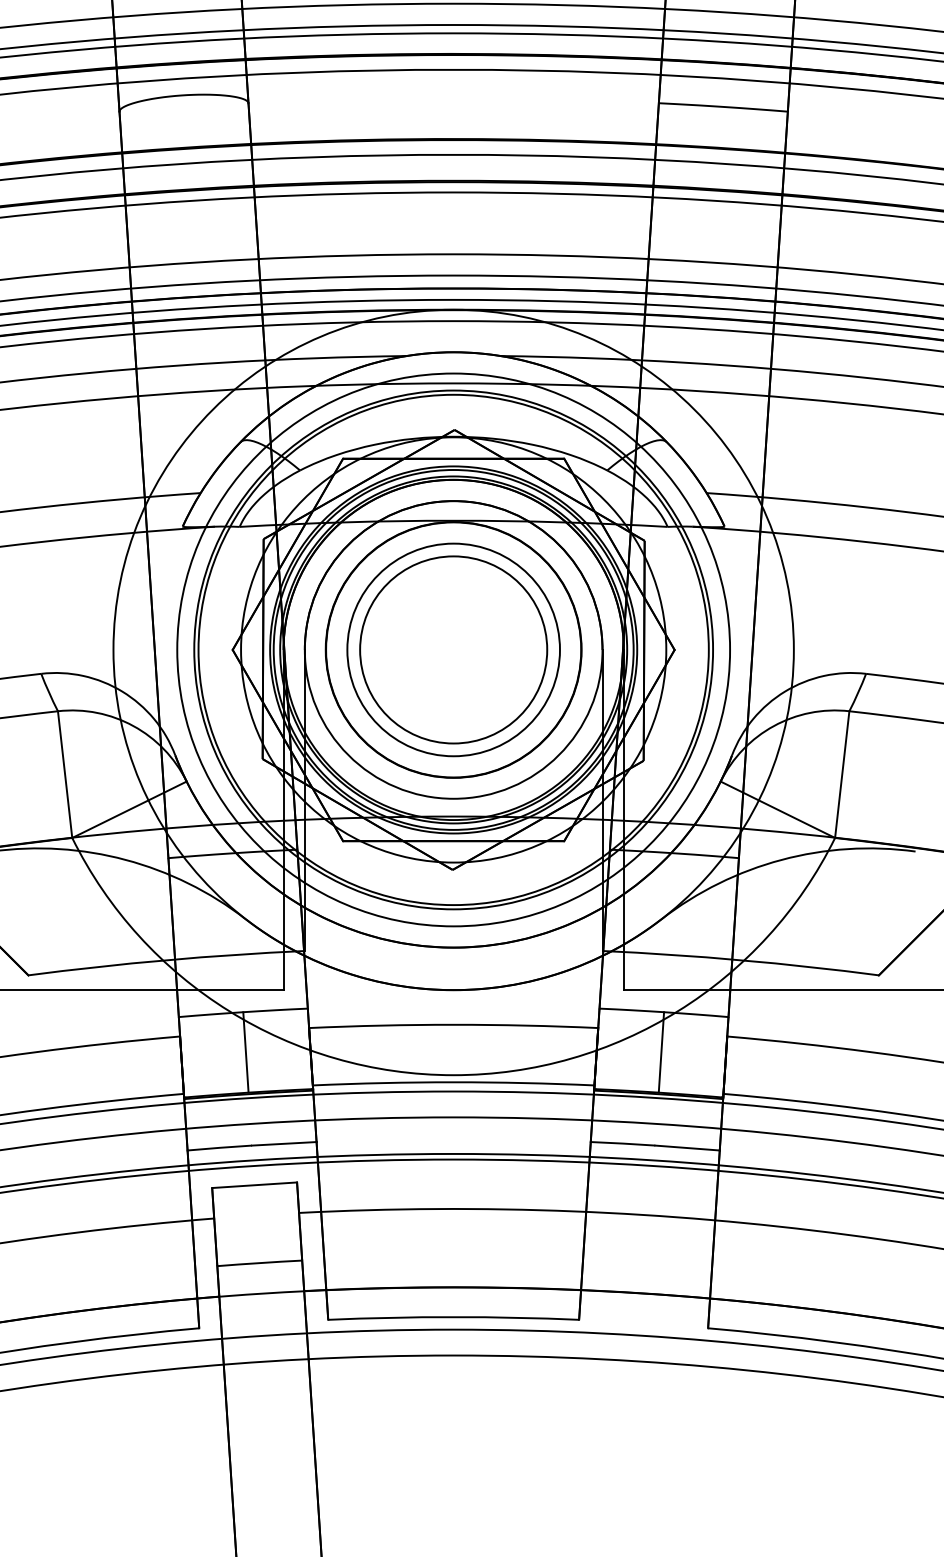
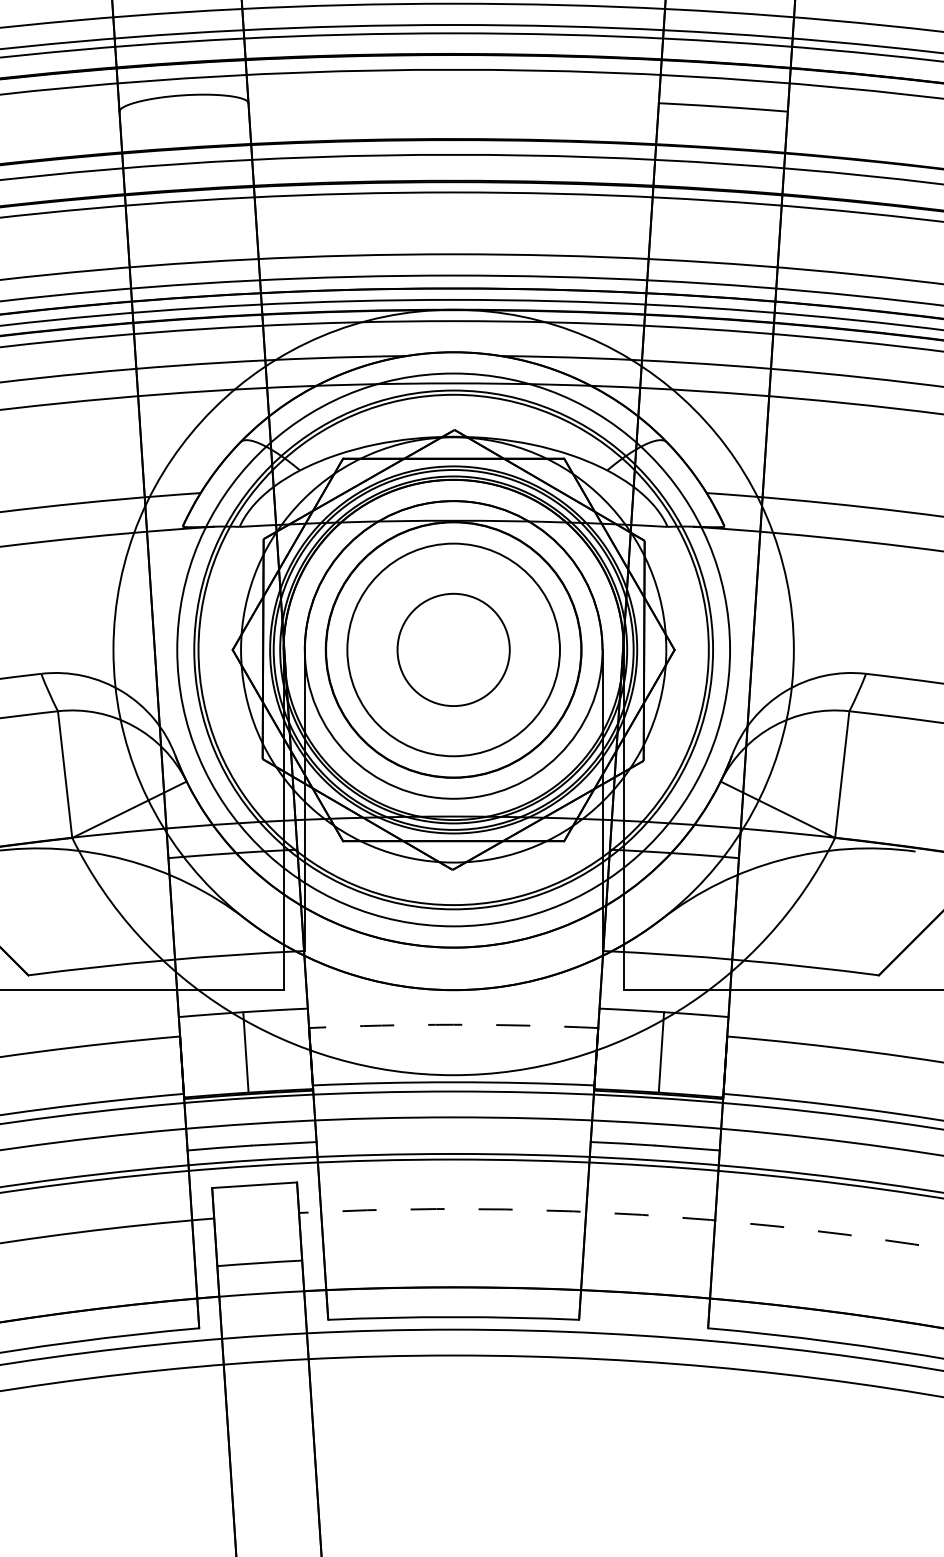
circle at (453, 649) diameter: 187 px -> 112 px
arc at (453, 1024): solid -> dashed
arc at (622, 1213): solid -> dashed
